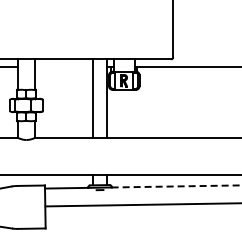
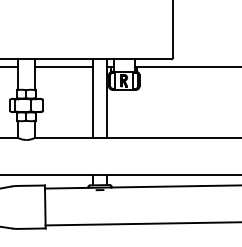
line at (63, 66): none -> present
line at (176, 186): dashed -> solid
line at (141, 204) position: (141, 204) -> (141, 223)
